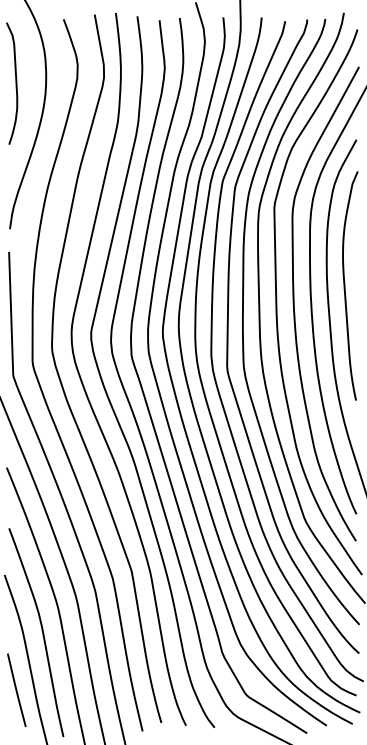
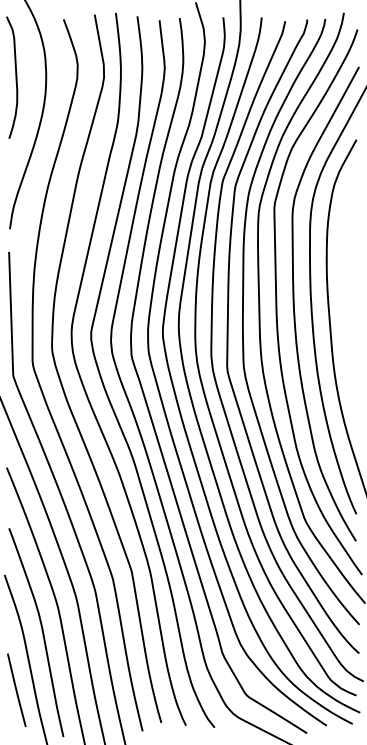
curve at (15, 83) position: (15, 83) -> (15, 77)
curve at (345, 285): present -> none
